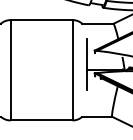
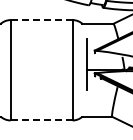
line at (41, 20): solid -> dashed
line at (41, 120): solid -> dashed
